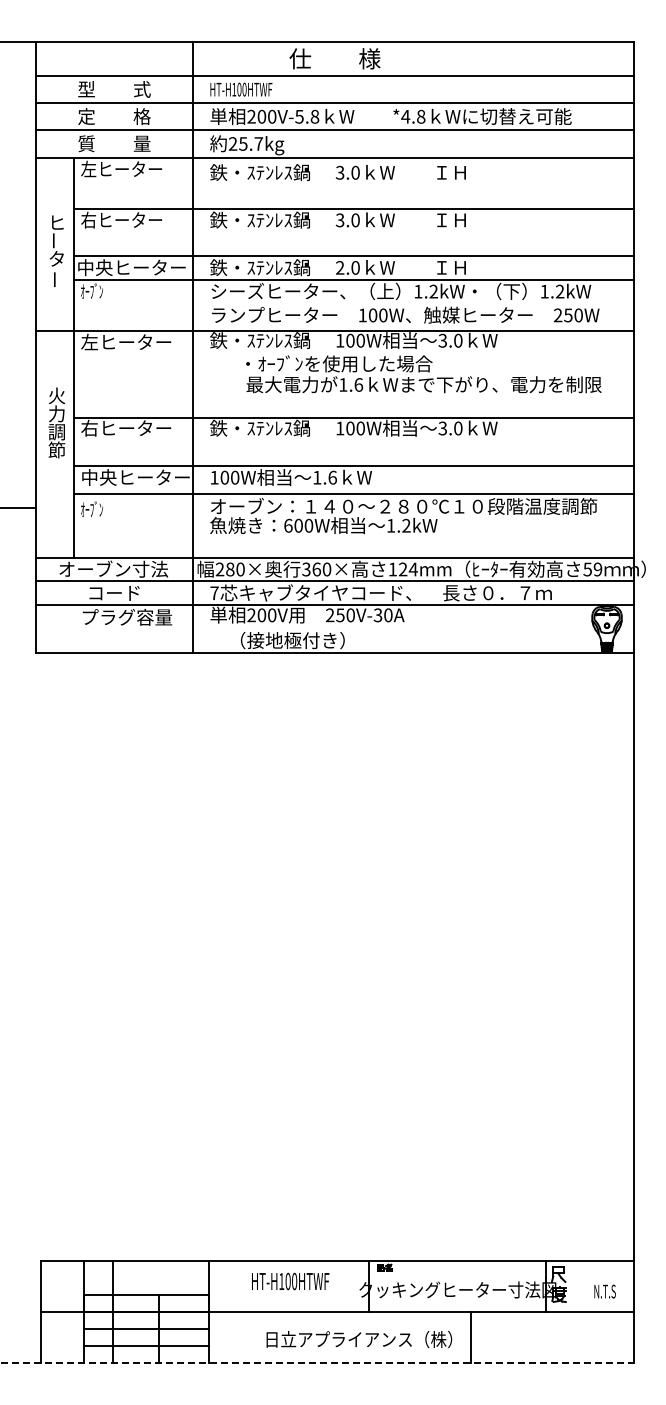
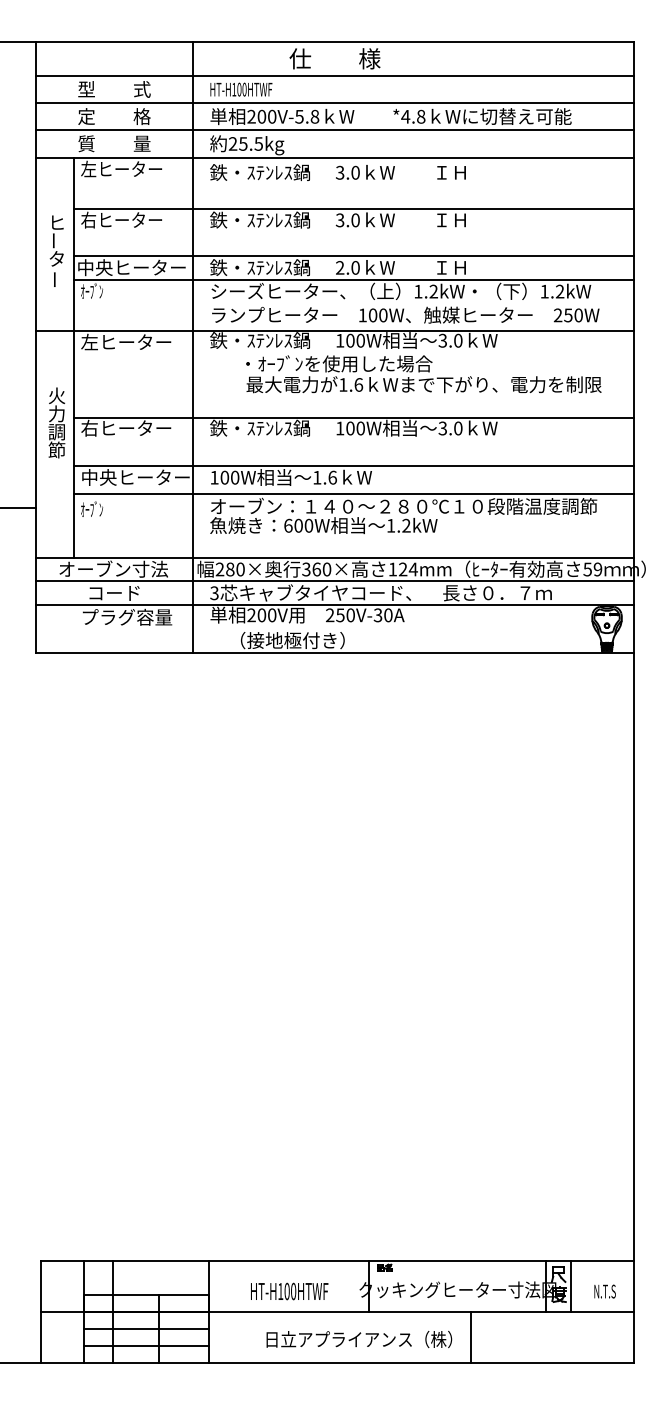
text at (258, 143): 25.7kg -> 25.5kg
text at (214, 593): 7 -> 3
text at (290, 1281) position: (290, 1281) -> (289, 1291)
line at (571, 1285): none -> present
line at (317, 1362): dashed -> solid
